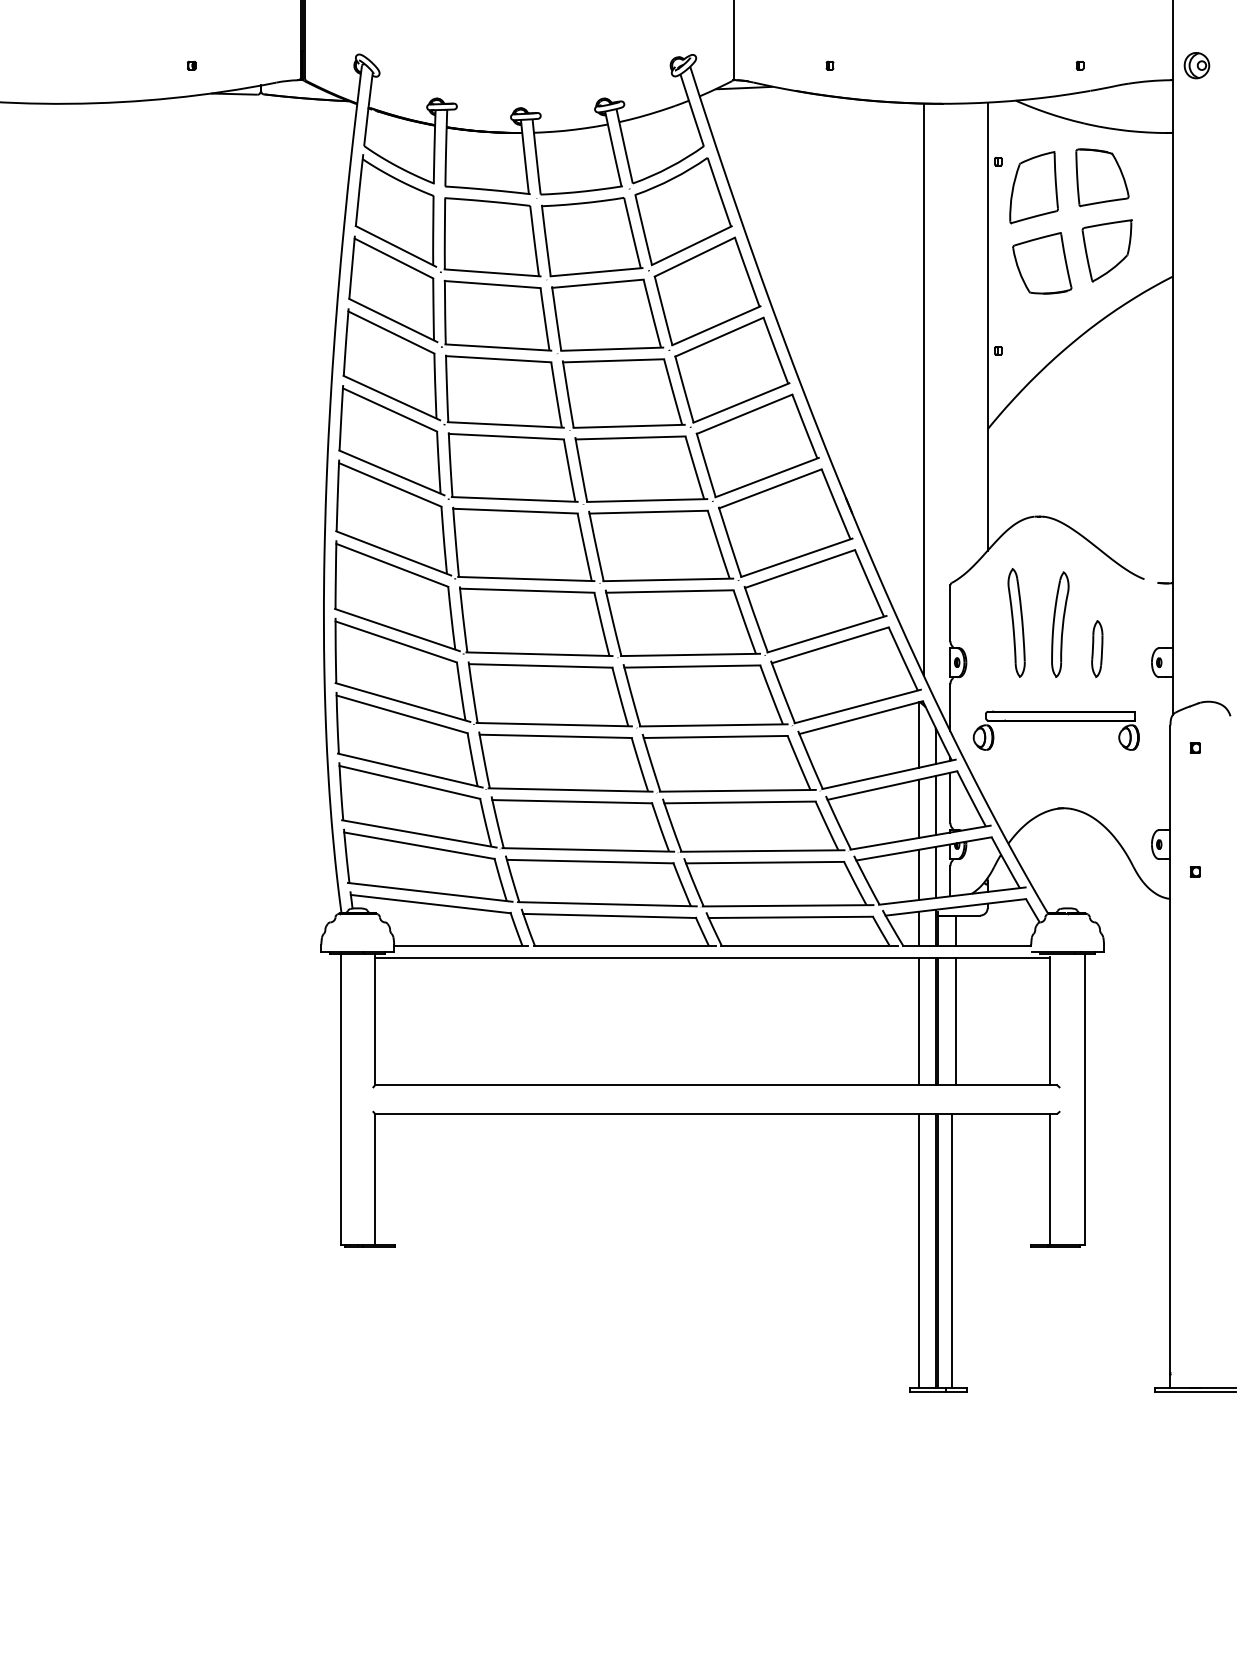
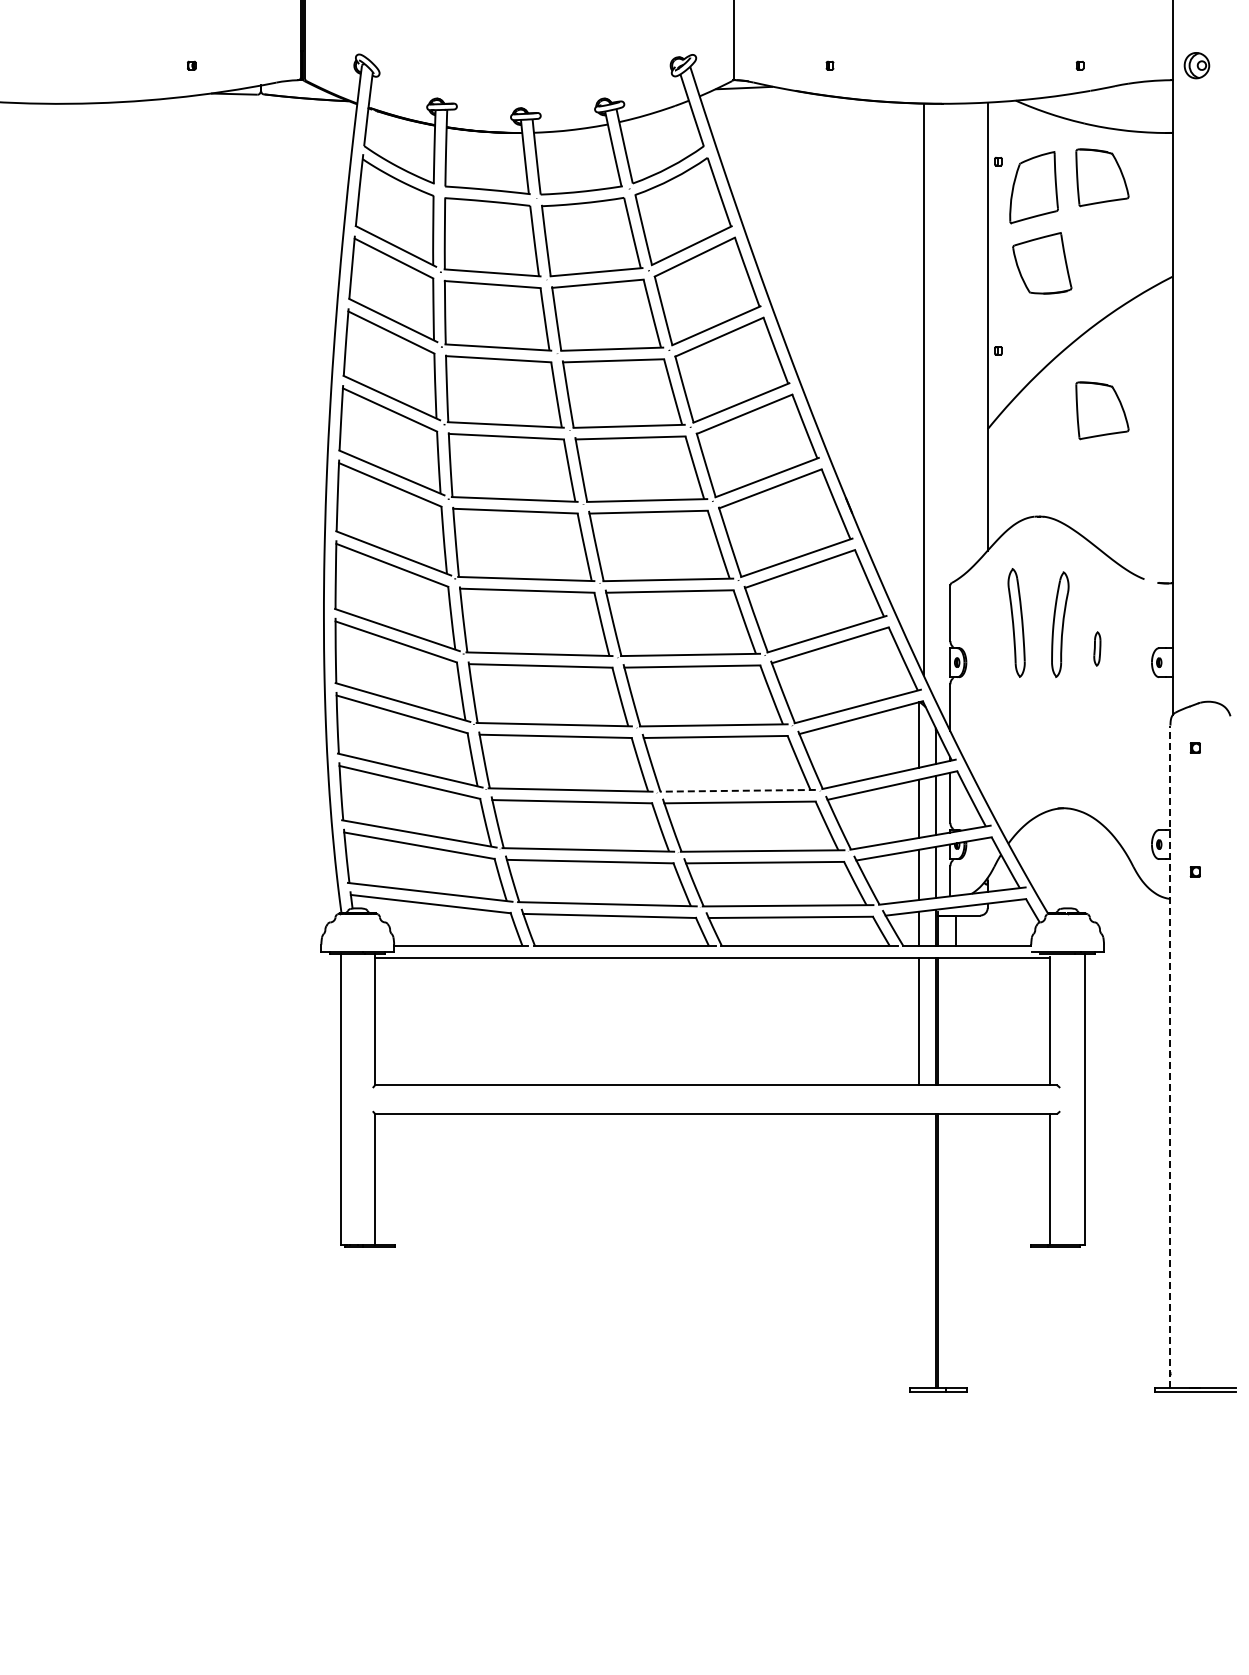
part at (1106, 250): present -> none
part at (1102, 410): none -> present
part at (1097, 648) size: 13x58 px -> 9x36 px
part at (1055, 721): present -> none
line at (737, 790): solid -> dashed
line at (956, 1021): present -> none
line at (1170, 1056): solid -> dashed
line at (918, 1251): present -> none
line at (952, 1251): present -> none
